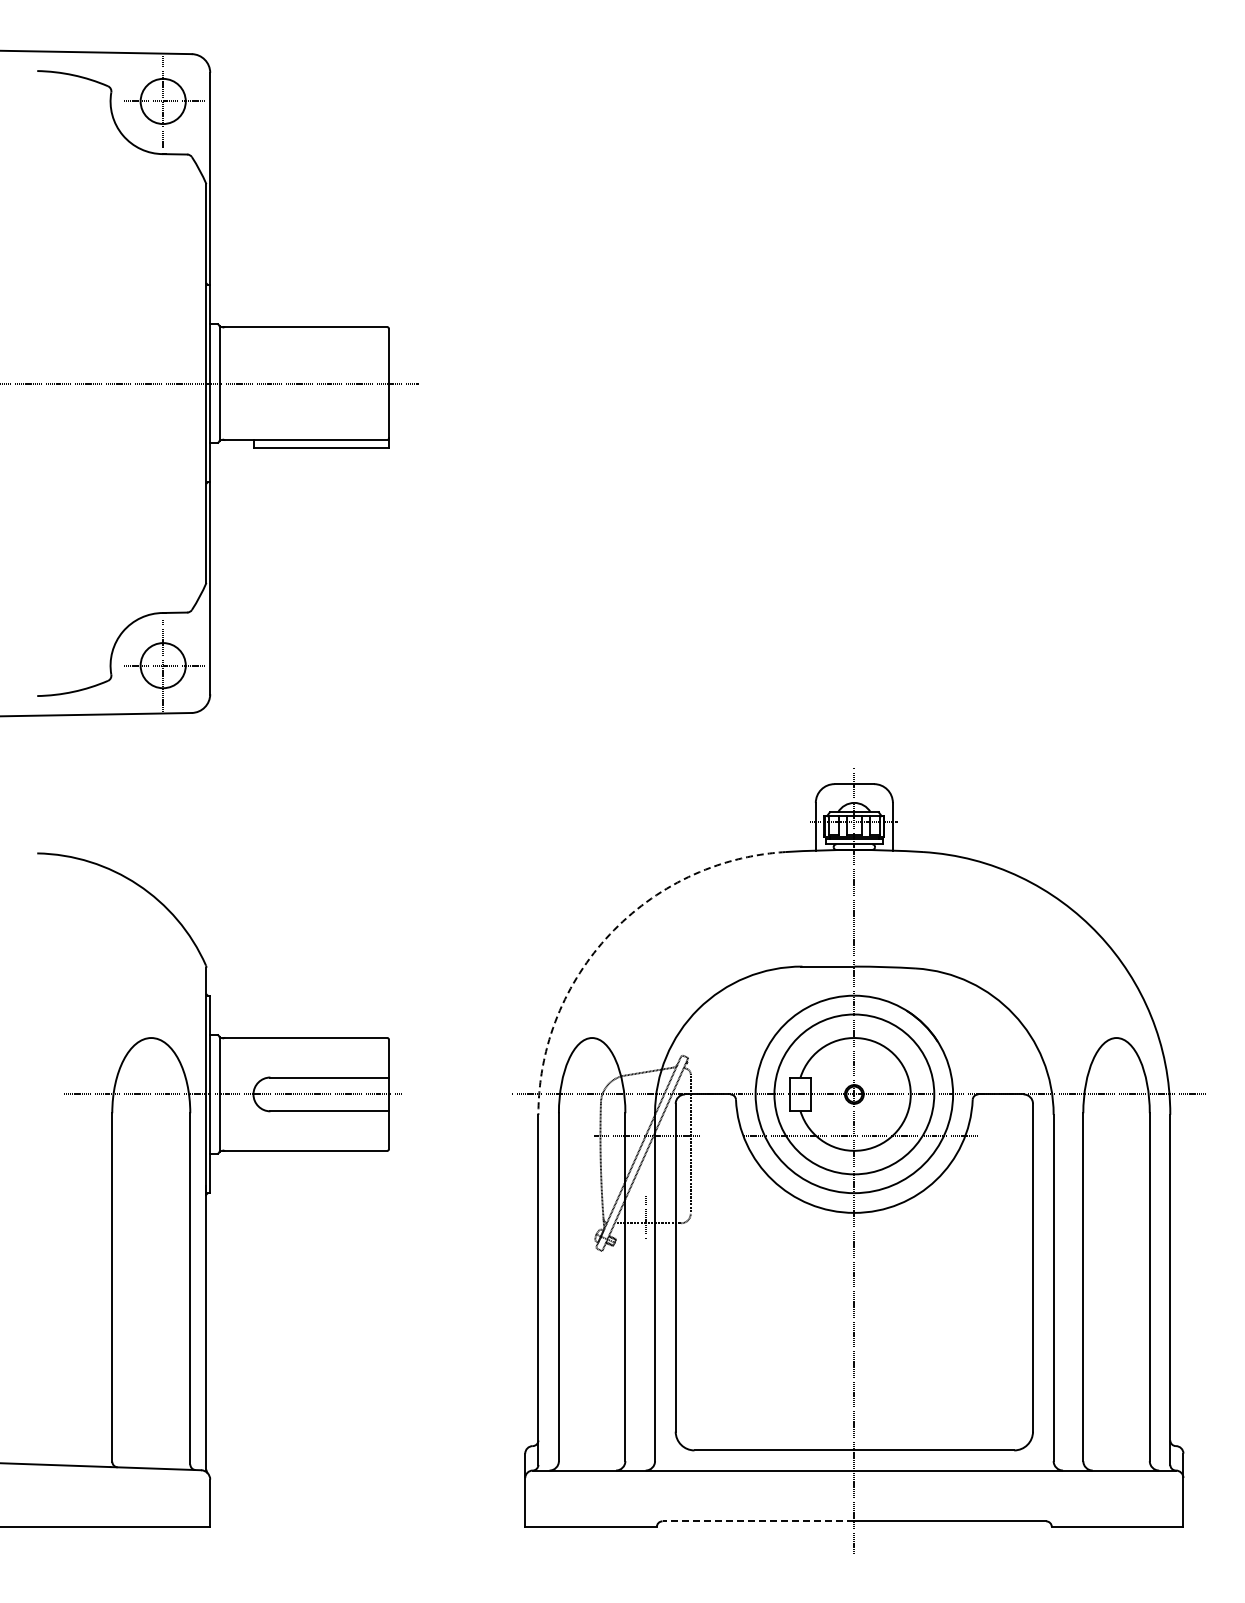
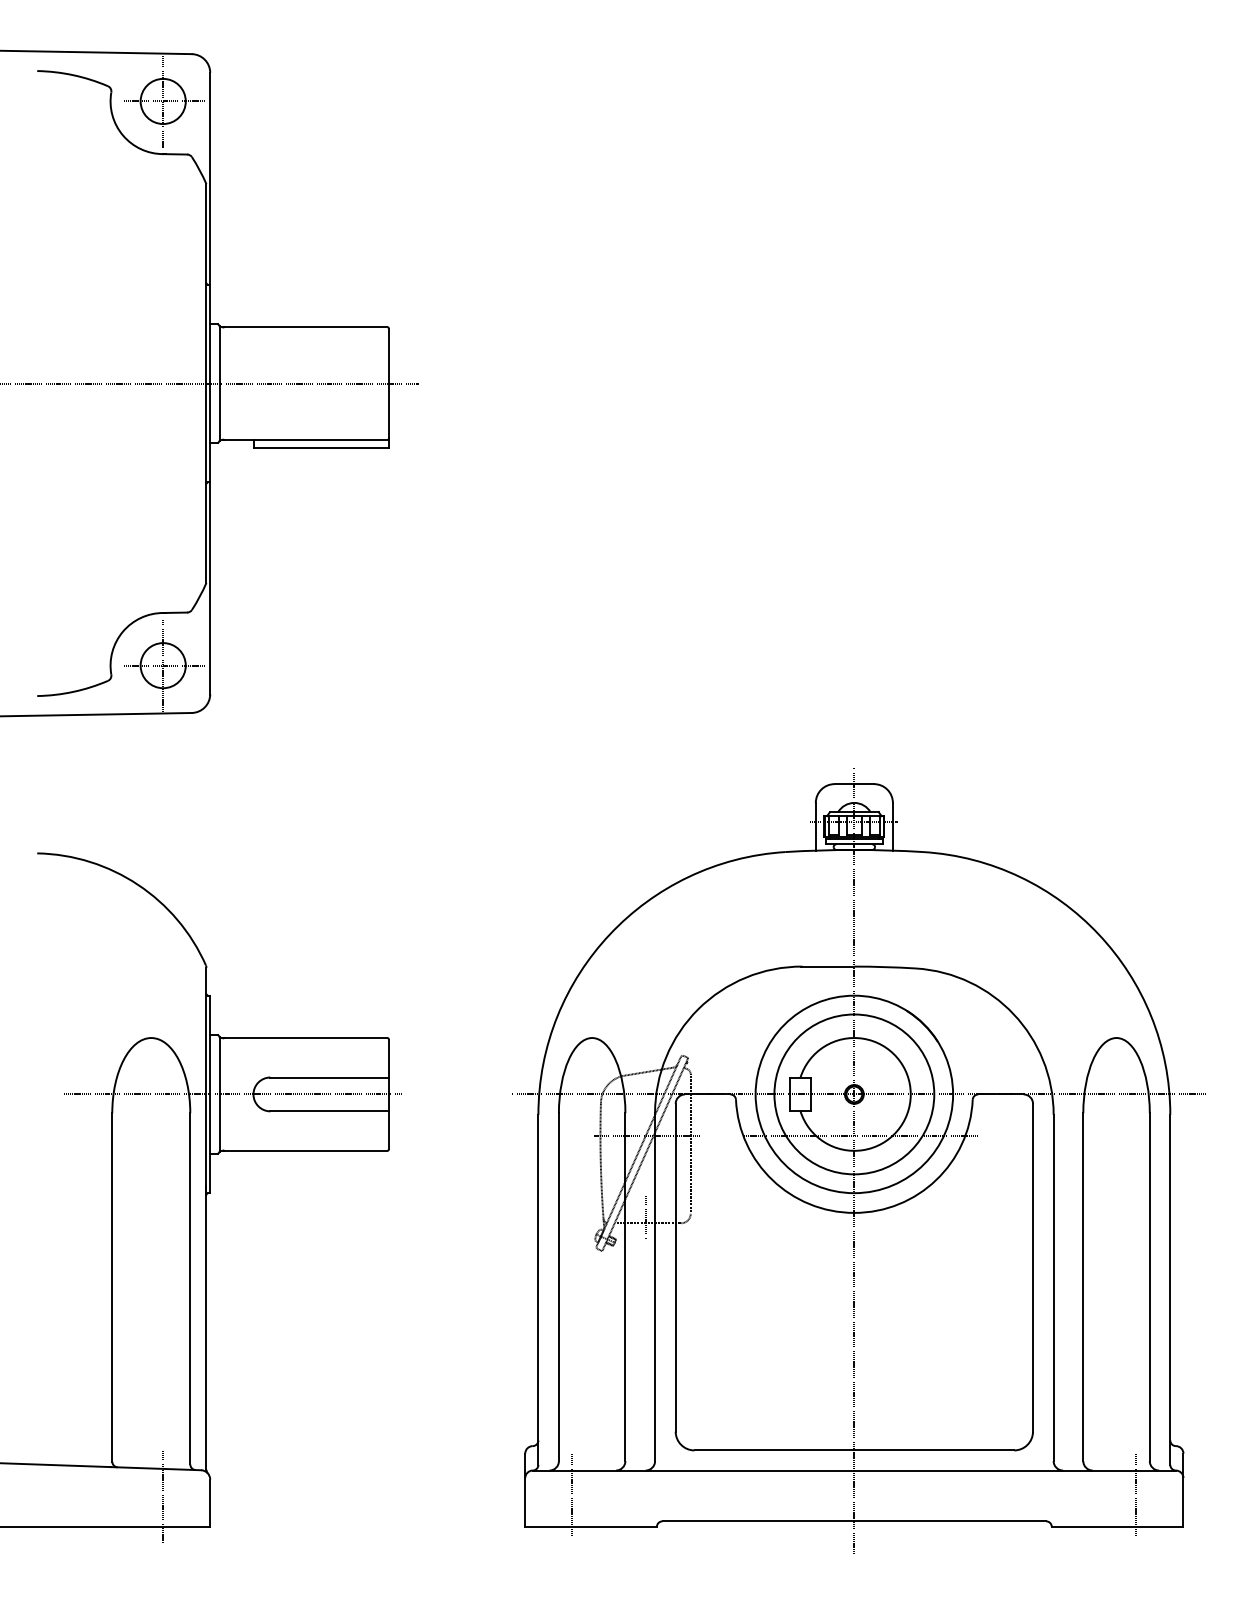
arc at (609, 934): dashed -> solid
line at (572, 1494): none -> present
line at (1136, 1494): none -> present
line at (163, 1496): none -> present
line at (758, 1521): dashed -> solid
